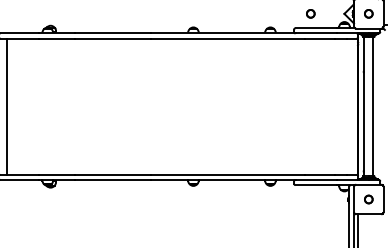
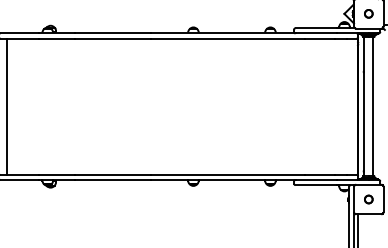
part at (310, 13): present -> none
